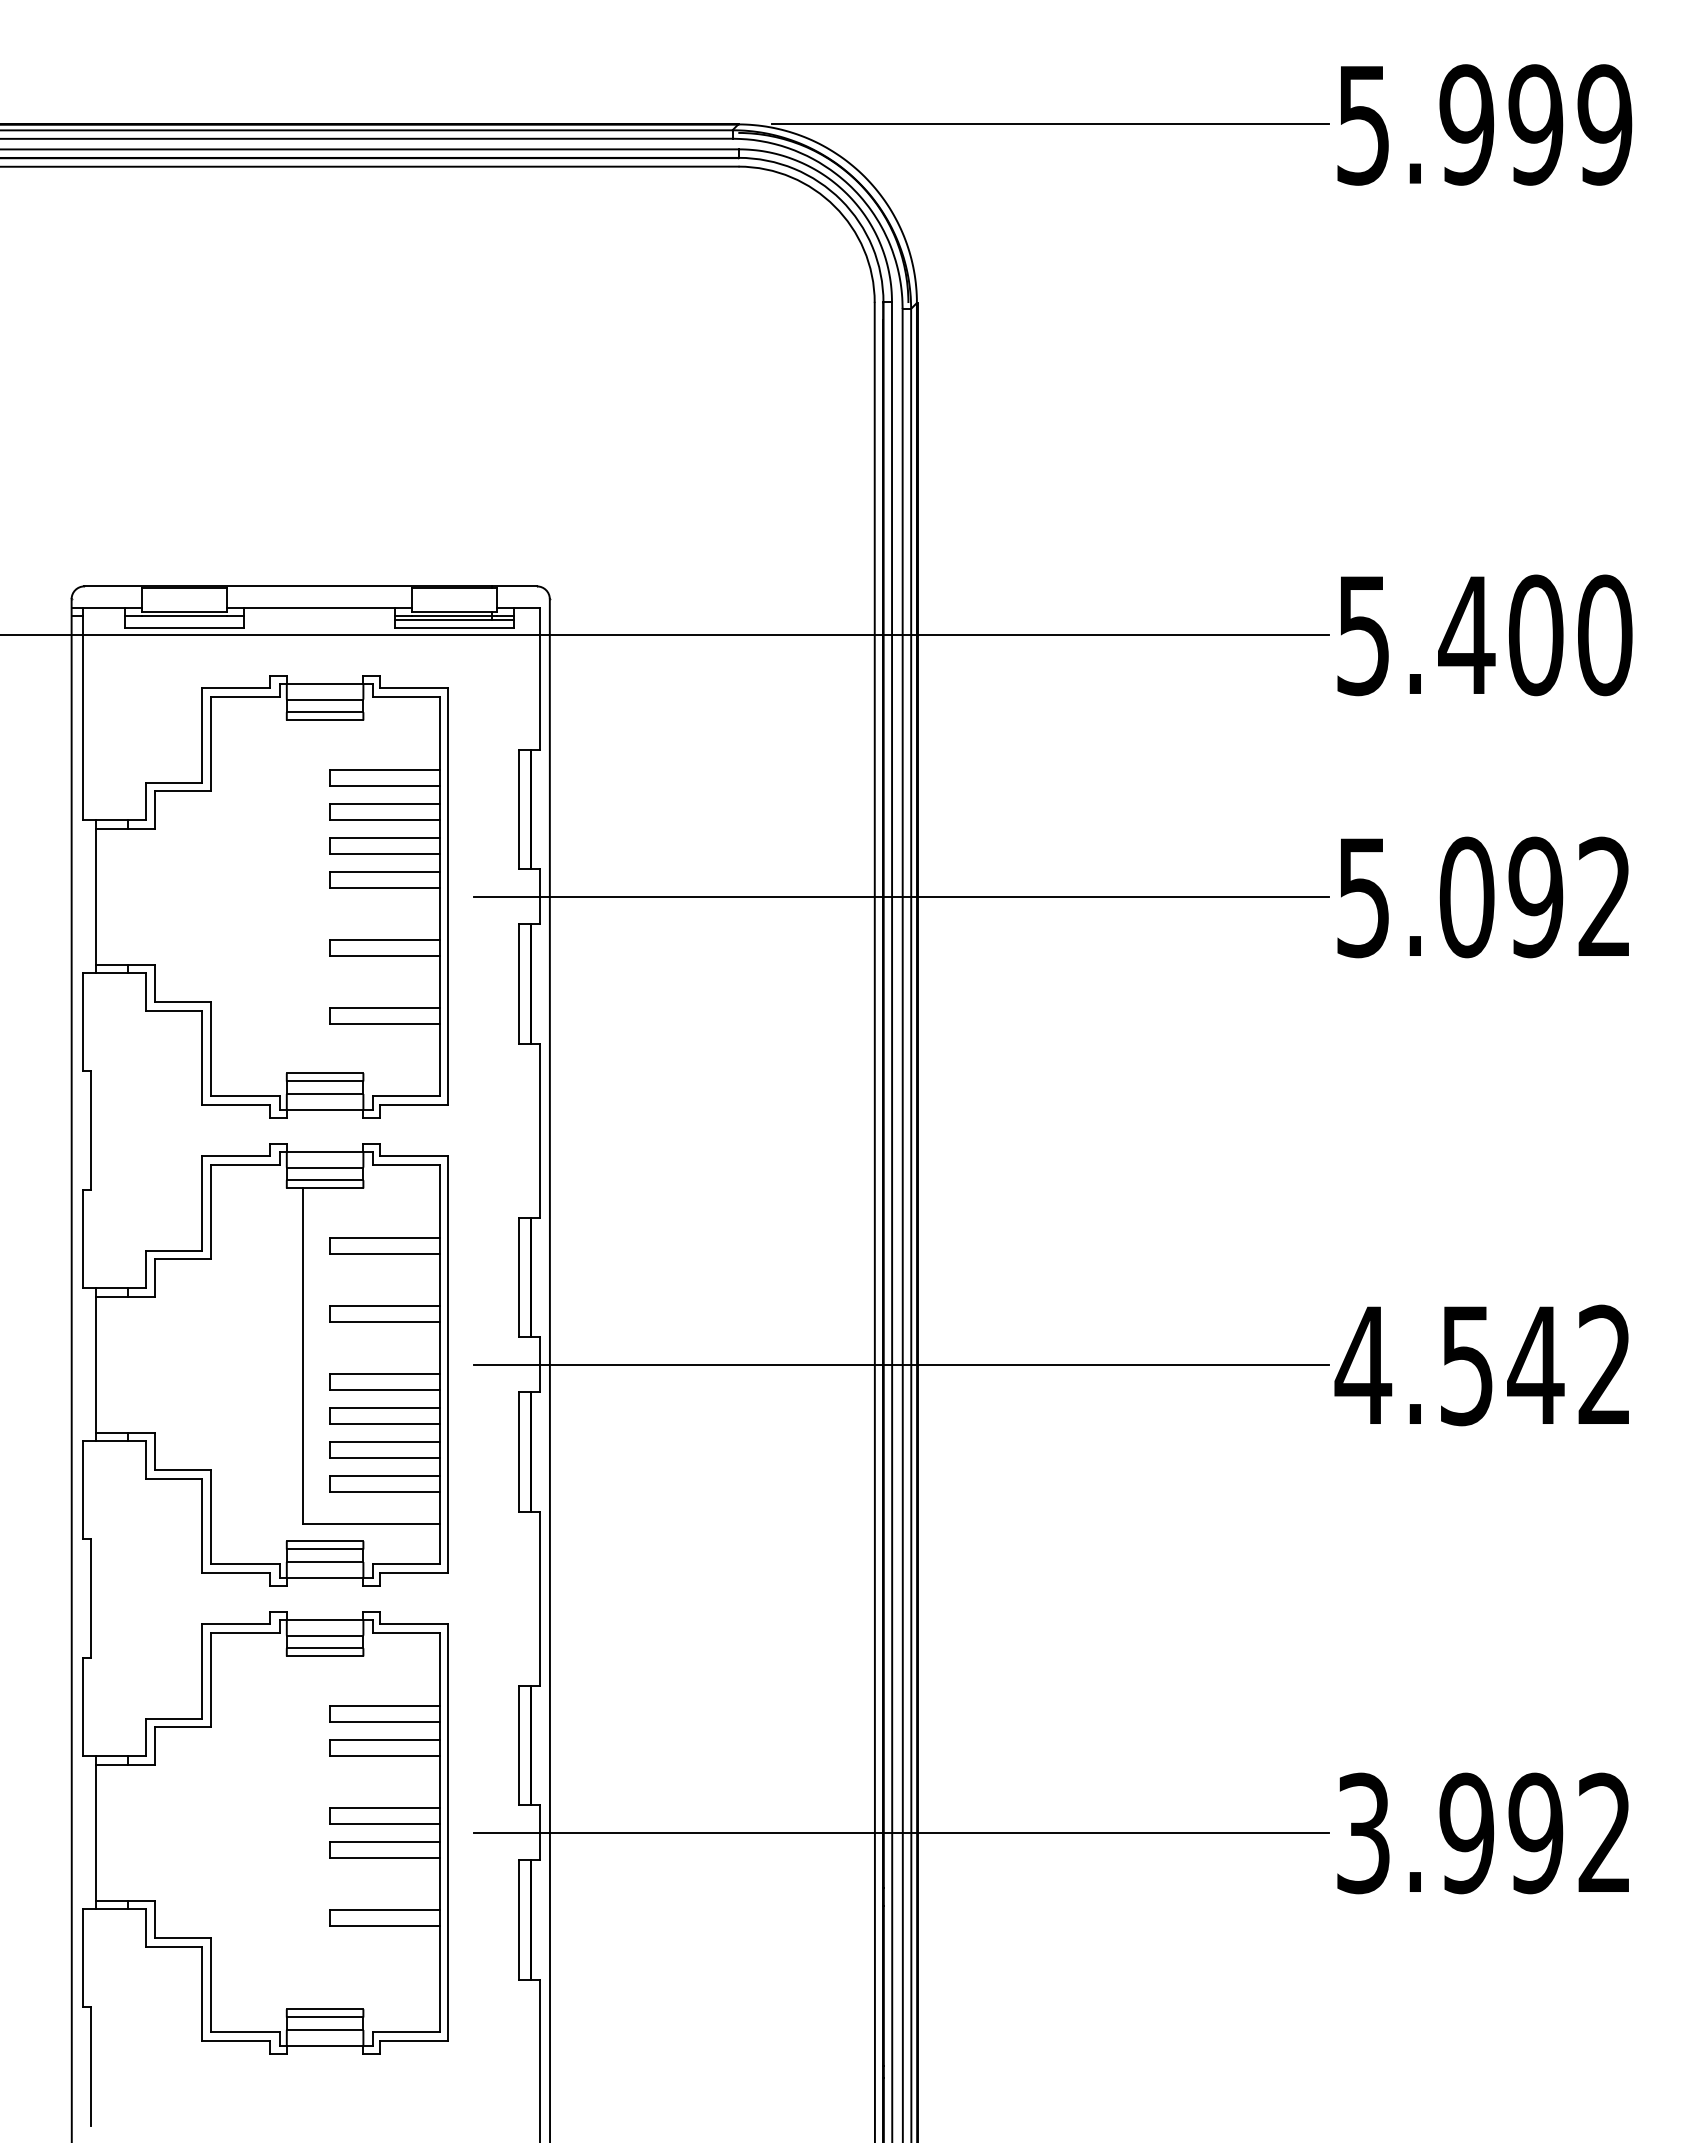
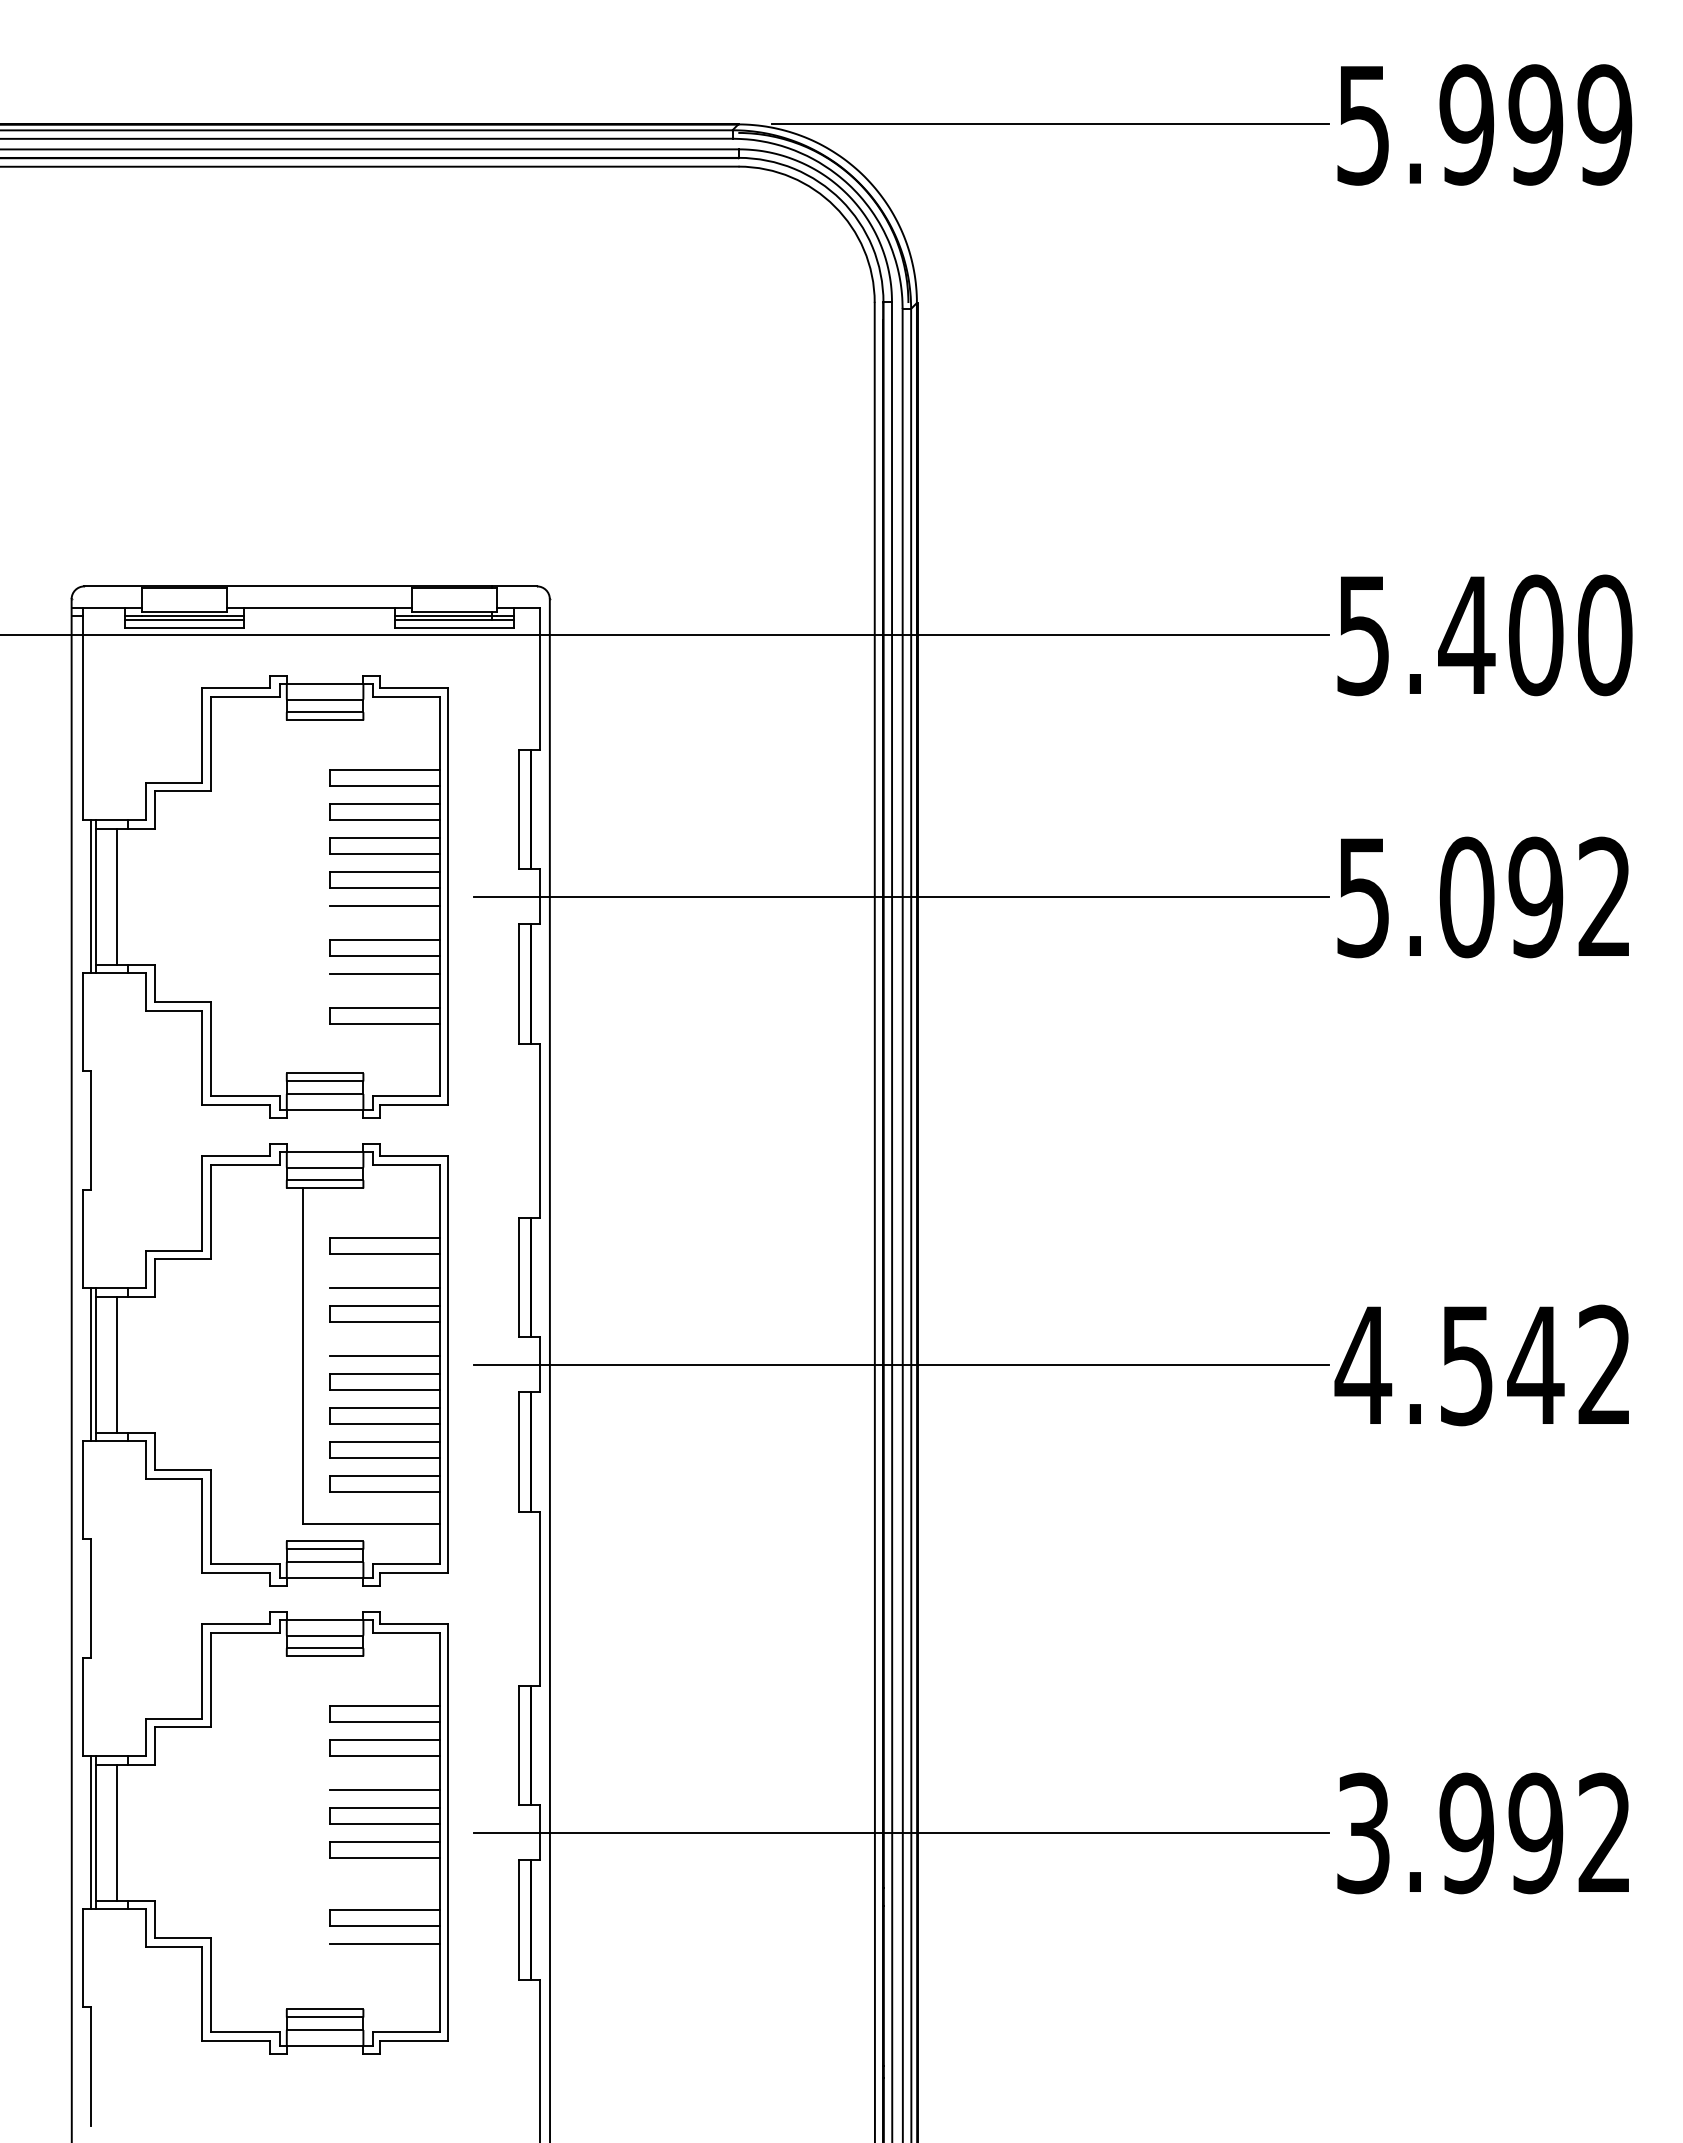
line at (184, 620): none -> present
line at (91, 896): none -> present
line at (116, 896): none -> present
line at (384, 906): none -> present
line at (384, 974): none -> present
line at (384, 1287): none -> present
line at (384, 1355): none -> present
line at (91, 1364): none -> present
line at (116, 1364): none -> present
line at (384, 1789): none -> present
line at (91, 1832): none -> present
line at (116, 1832): none -> present
line at (384, 1944): none -> present
